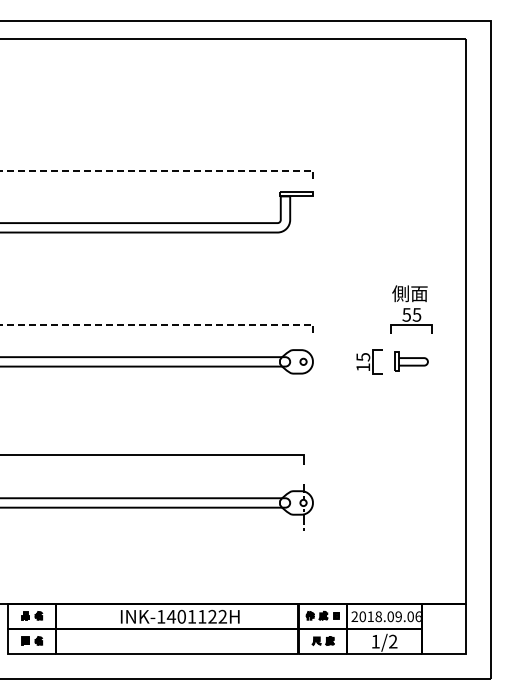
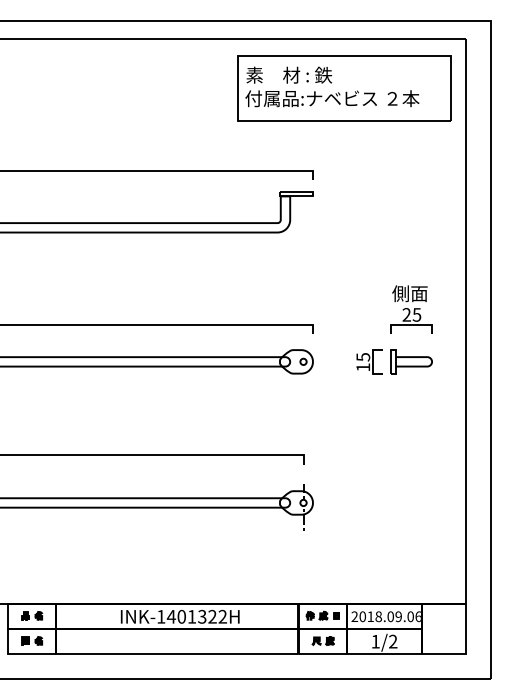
part at (344, 88): none -> present
line at (162, 170): dashed -> solid
text at (406, 314): 55 -> 25
line at (162, 324): dashed -> solid
part at (411, 361) size: 35x21 px -> 43x26 px
text at (202, 616): INK-1401122H -> INK-1401322H
